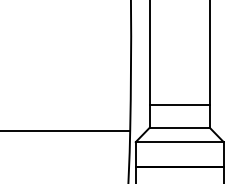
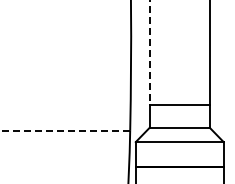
line at (149, 52): solid -> dashed
line at (65, 130): solid -> dashed
